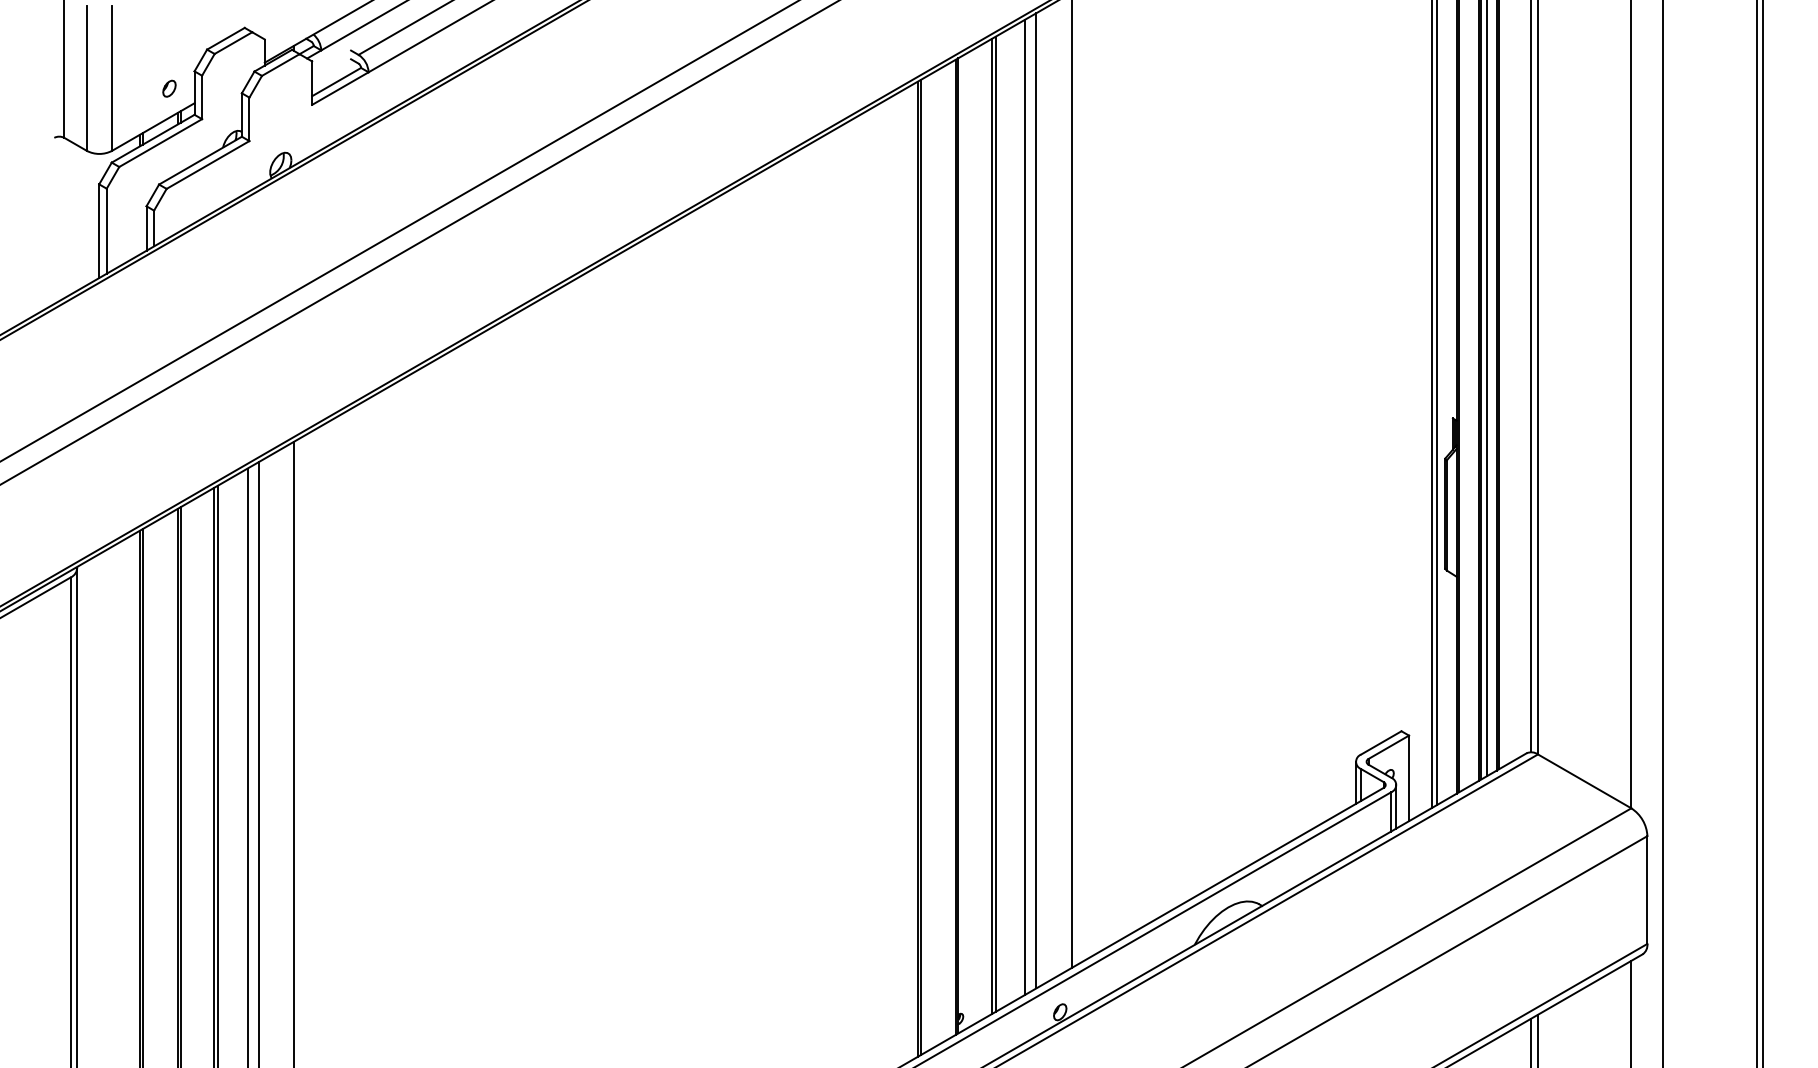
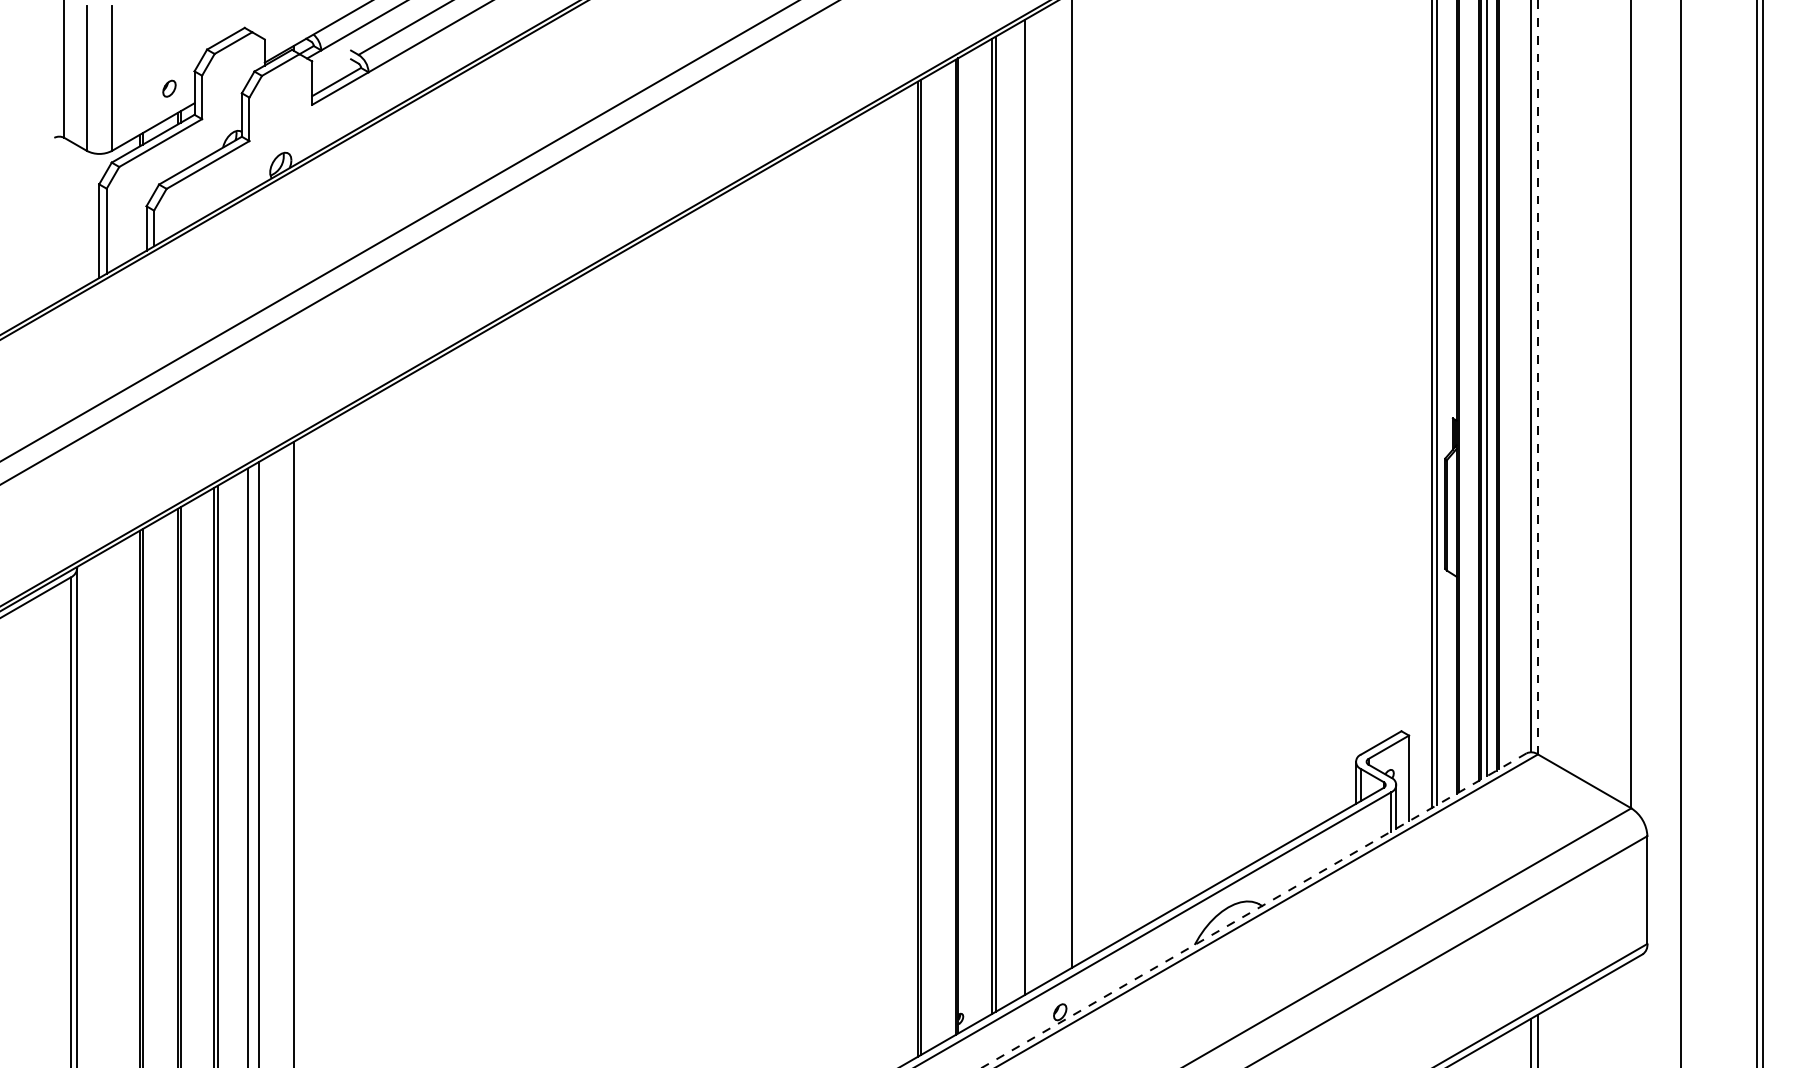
line at (1538, 377): solid -> dashed
line at (1036, 500): present -> none
line at (1663, 533) position: (1663, 533) -> (1681, 533)
line at (1253, 910): solid -> dashed
line at (1631, 1012): present -> none
